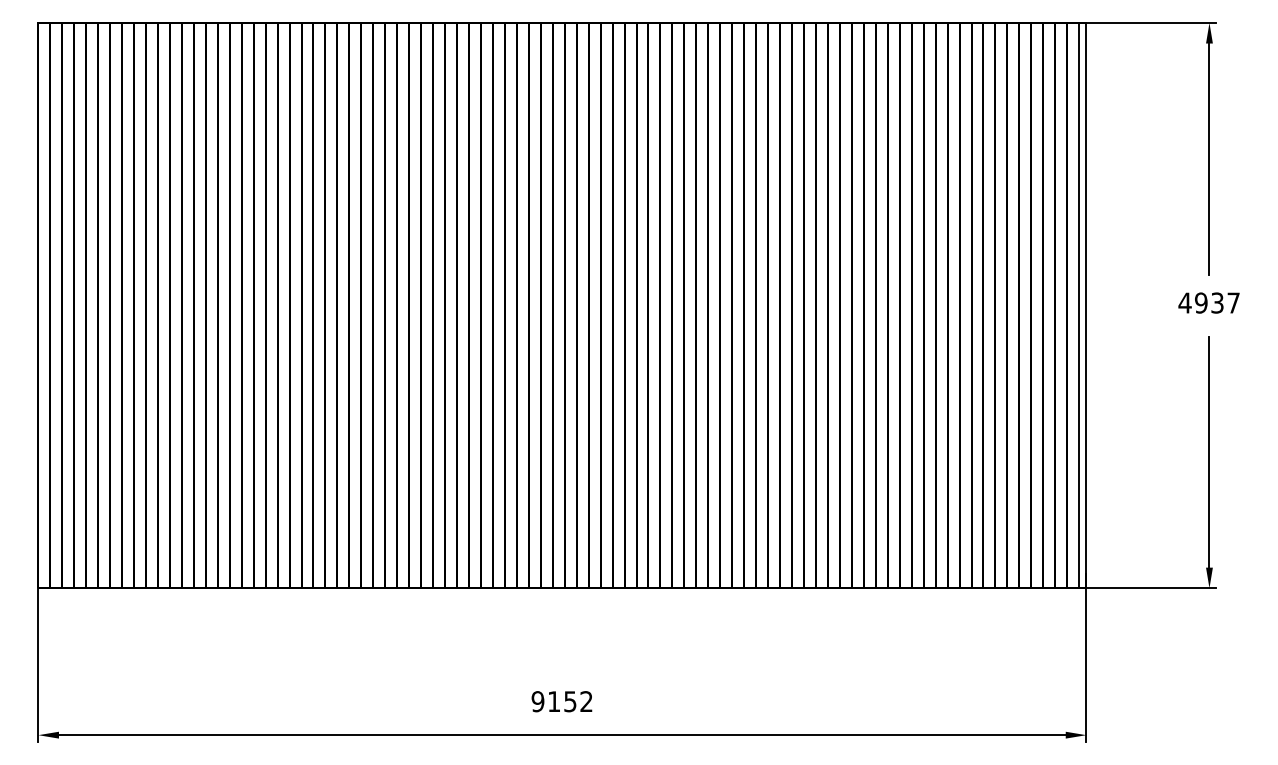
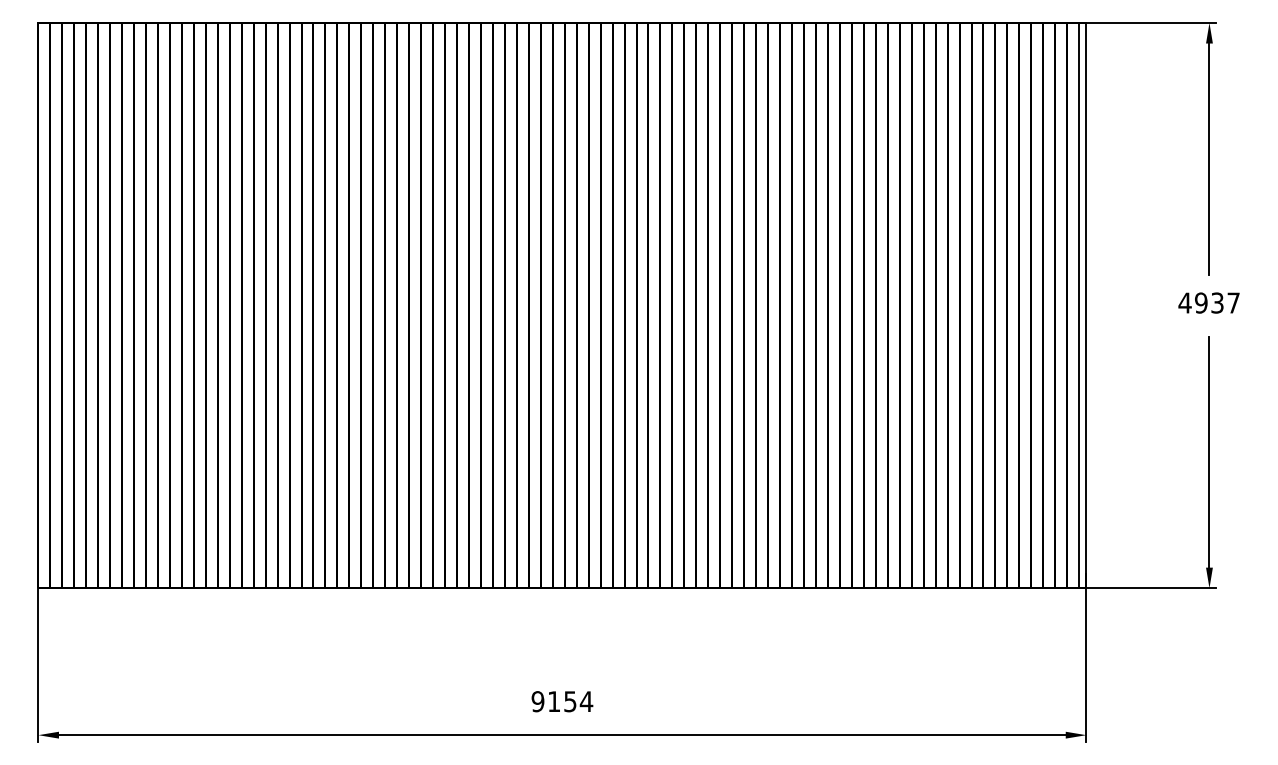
text at (586, 701): 9152 -> 9154
